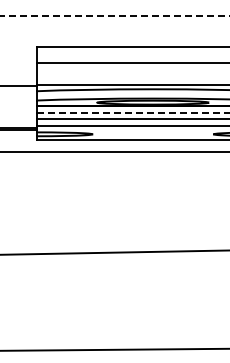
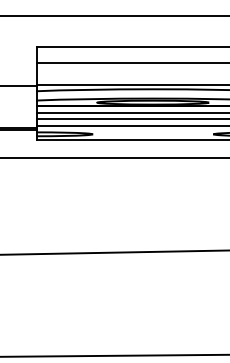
line at (114, 16): dashed -> solid
line at (133, 112): dashed -> solid
line at (114, 152) position: (114, 152) -> (114, 158)
line at (114, 349) position: (114, 349) -> (114, 355)
